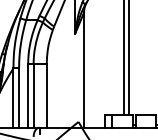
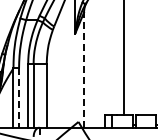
line at (129, 58): present -> none
line at (84, 70): solid -> dashed
line at (19, 97): solid -> dashed
